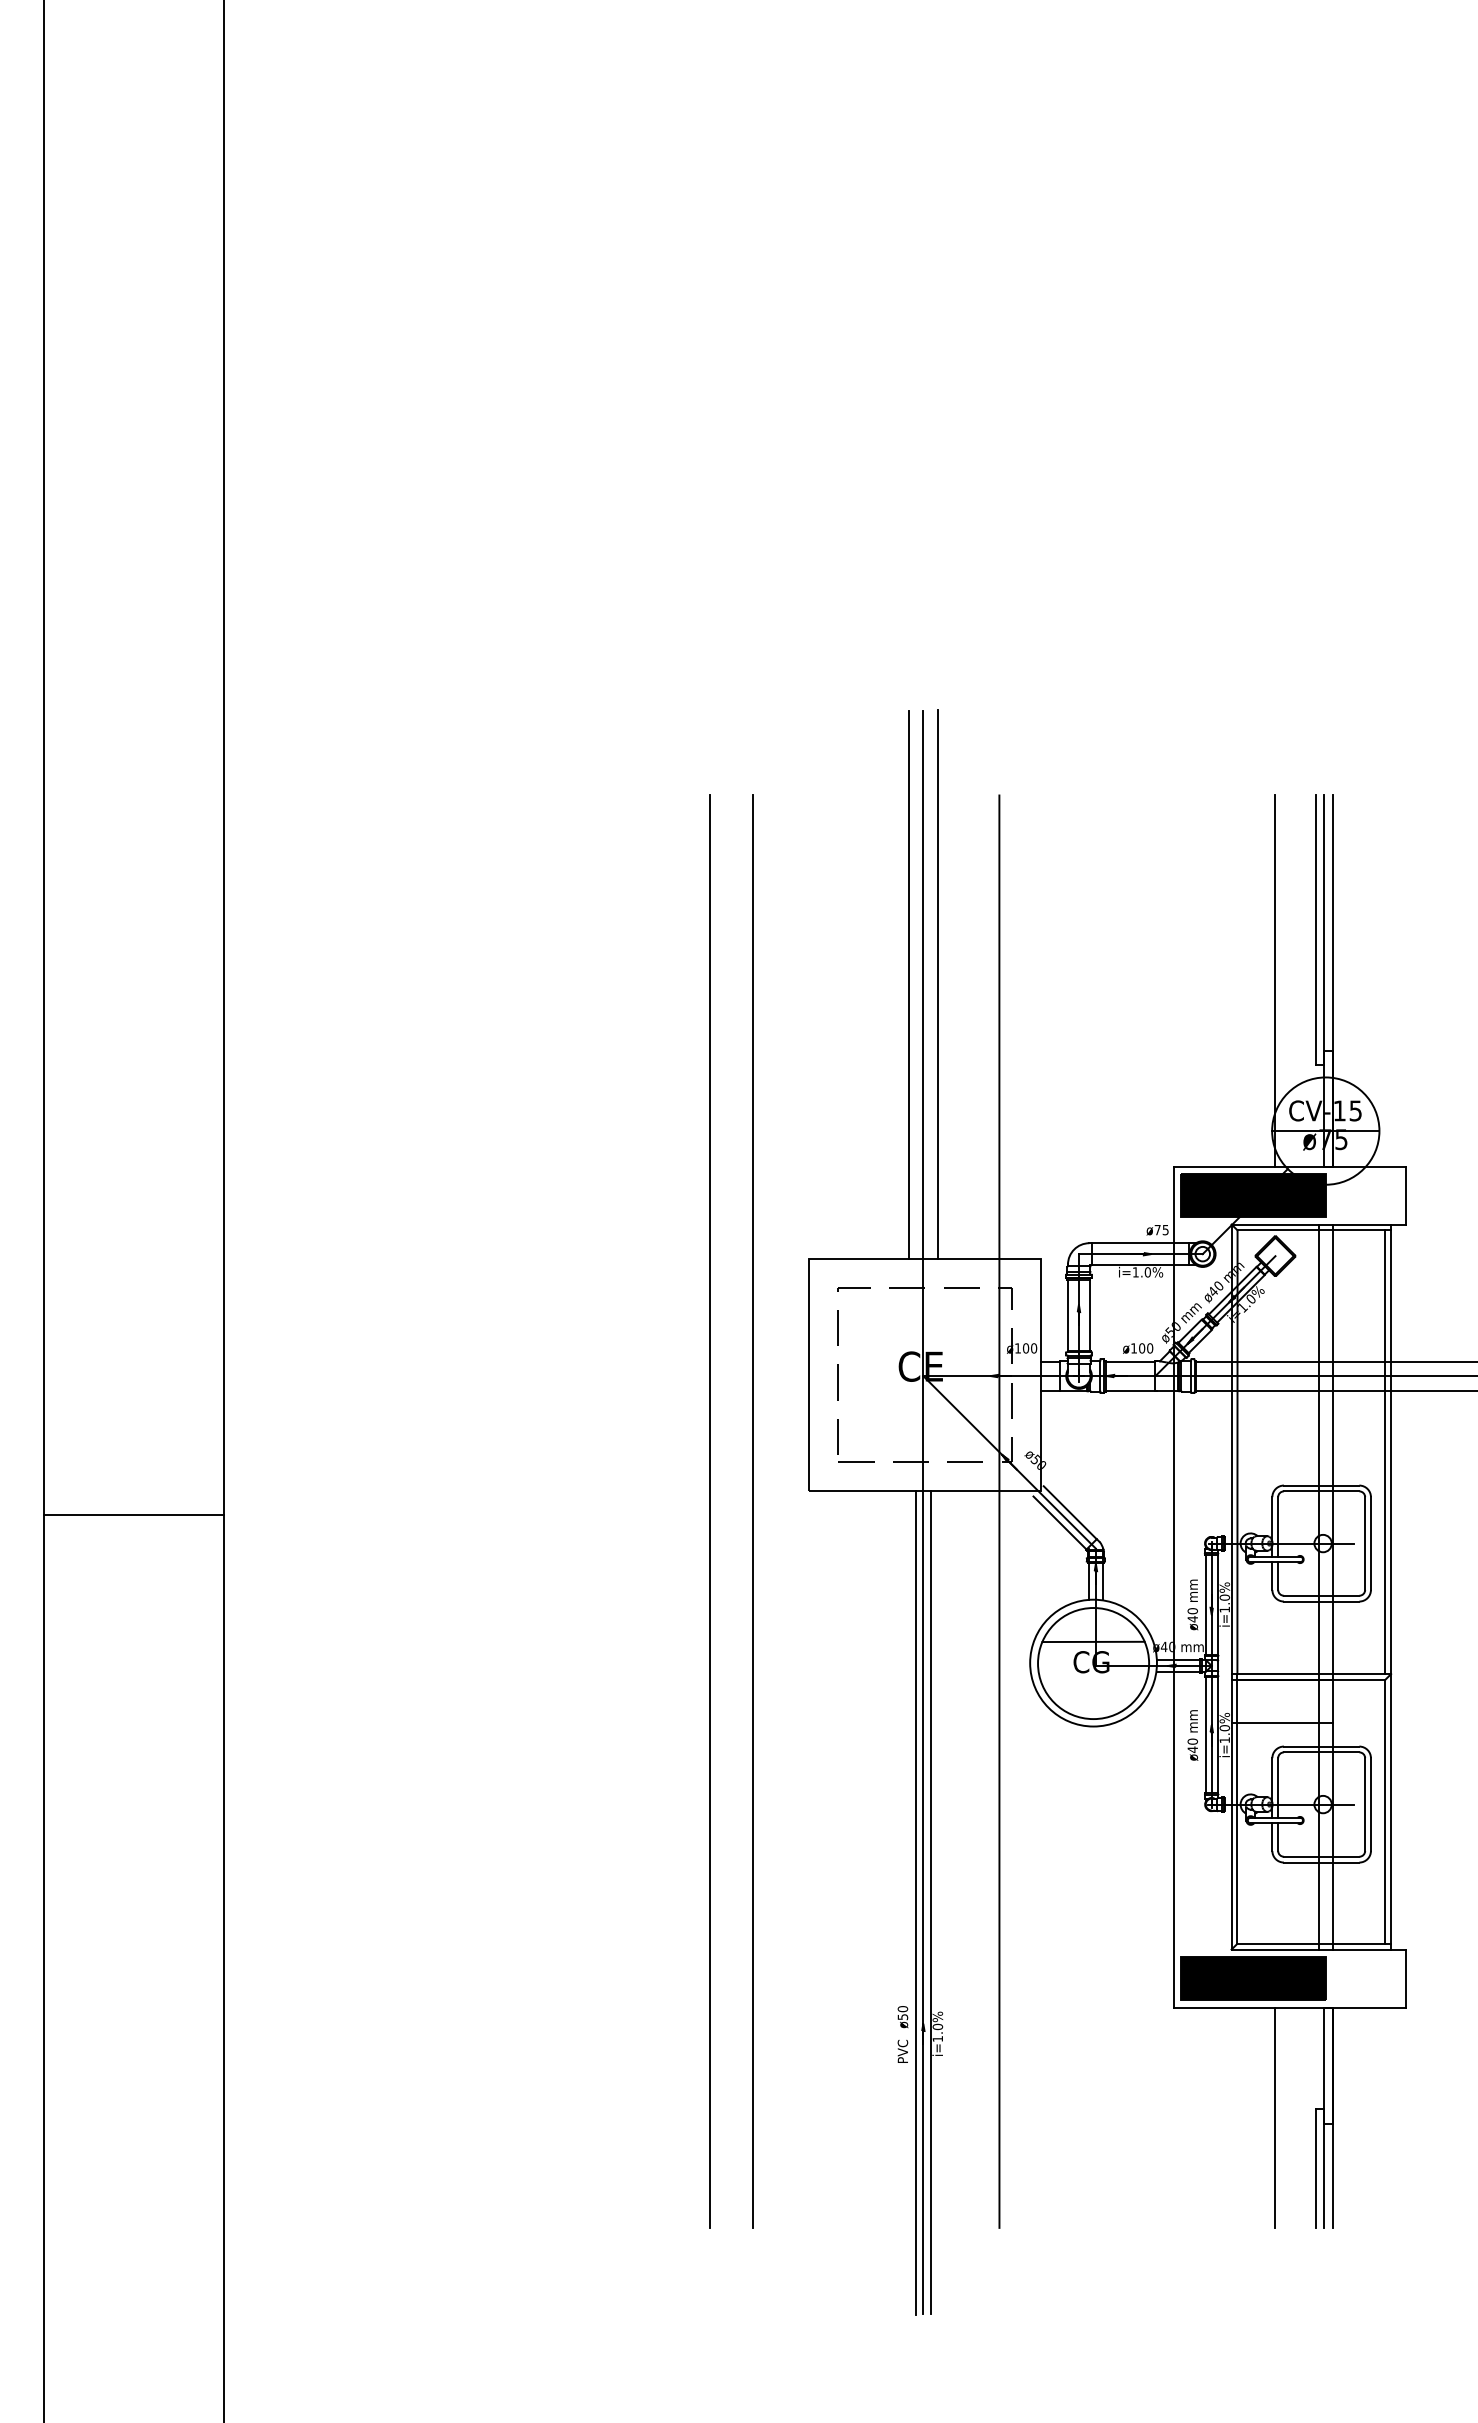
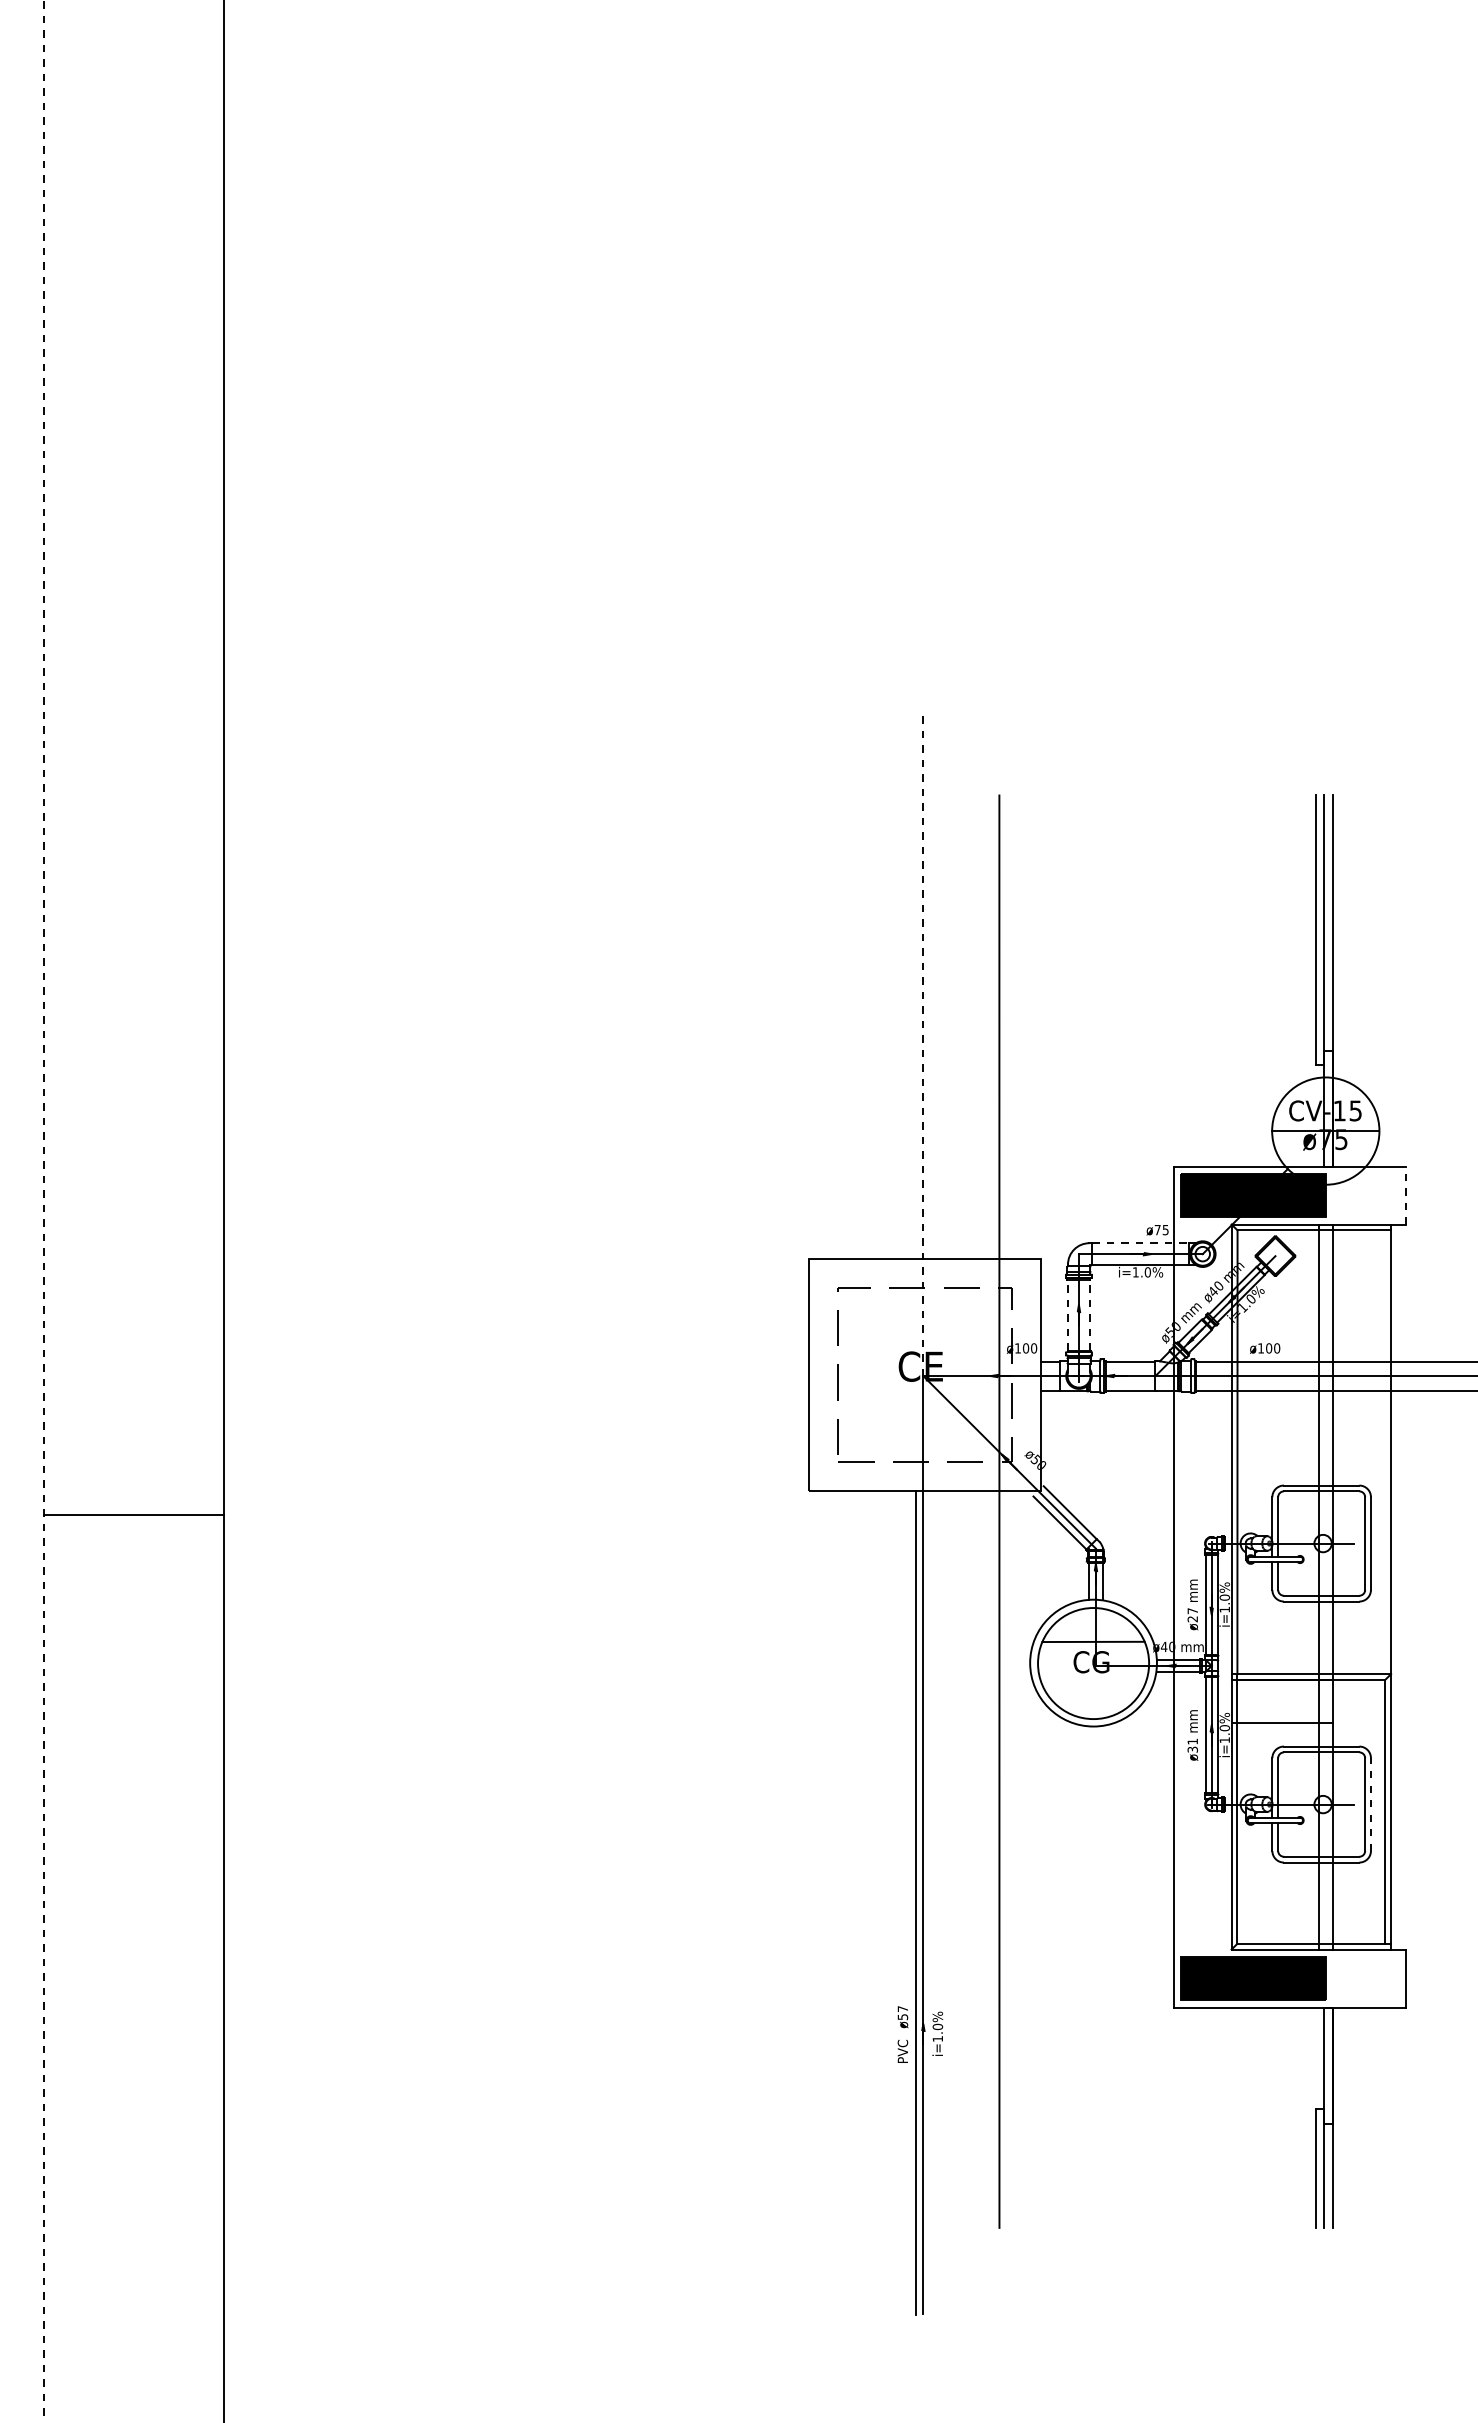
line at (1275, 980): present -> none
line at (937, 984): present -> none
line at (908, 985): present -> none
line at (923, 1043): solid -> dashed
line at (1405, 1195): solid -> dashed
line at (44, 1211): solid -> dashed
line at (1140, 1243): solid -> dashed
line at (1068, 1314): solid -> dashed
line at (1089, 1314): solid -> dashed
text at (1138, 1348) position: (1138, 1348) -> (1265, 1348)
line at (1385, 1452): present -> none
line at (709, 1511): present -> none
line at (753, 1511): present -> none
text at (1192, 1615): ø40 -> ø27
text at (1192, 1745): ø40 -> ø31
line at (1370, 1804): solid -> dashed
line at (930, 1902): present -> none
text at (902, 2009): ø50 -> ø57
line at (1275, 2117): present -> none
